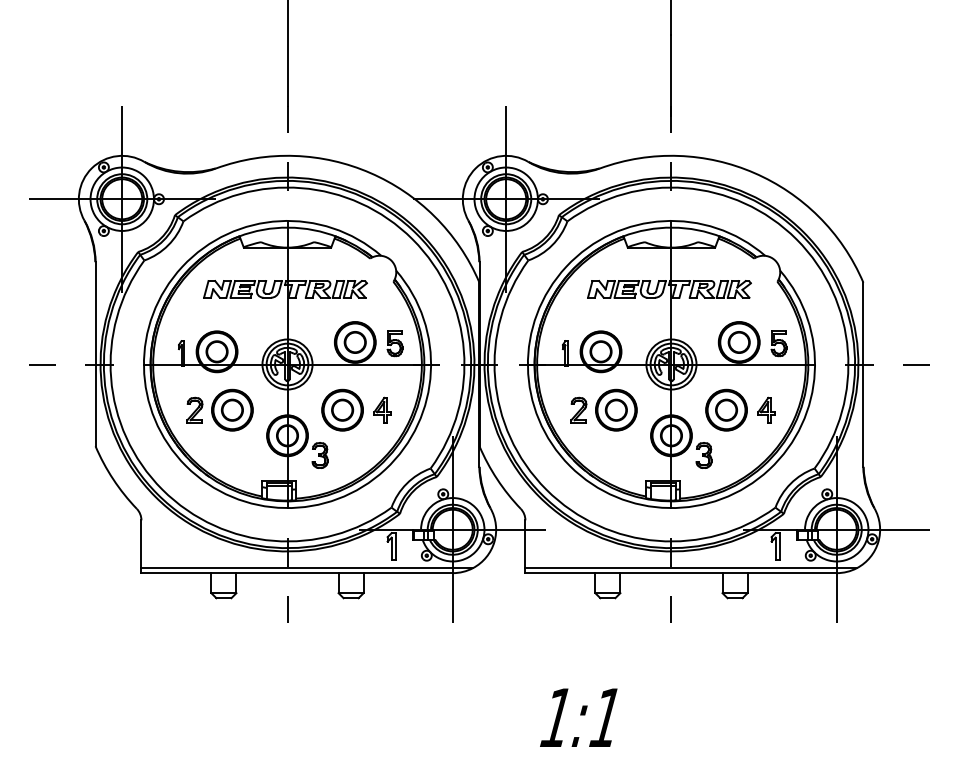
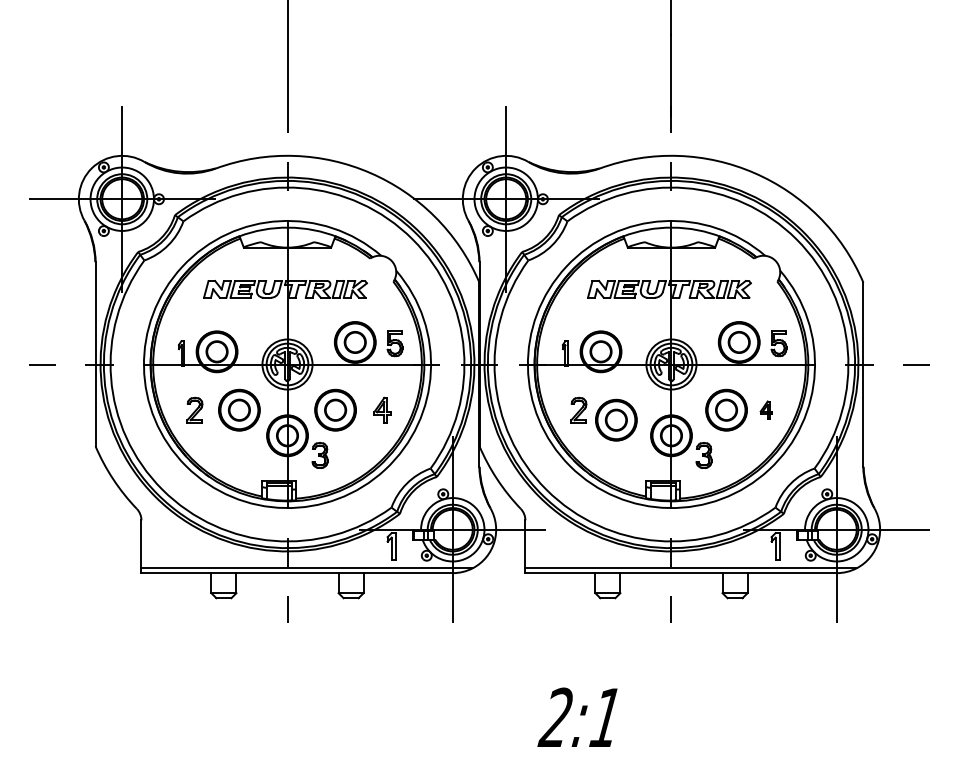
part at (232, 409) position: (232, 409) -> (239, 409)
part at (342, 409) position: (342, 409) -> (335, 409)
part at (616, 409) position: (616, 409) -> (616, 419)
part at (766, 409) size: 19x28 px -> 14x20 px
text at (554, 716): 1:1 -> 2:1
